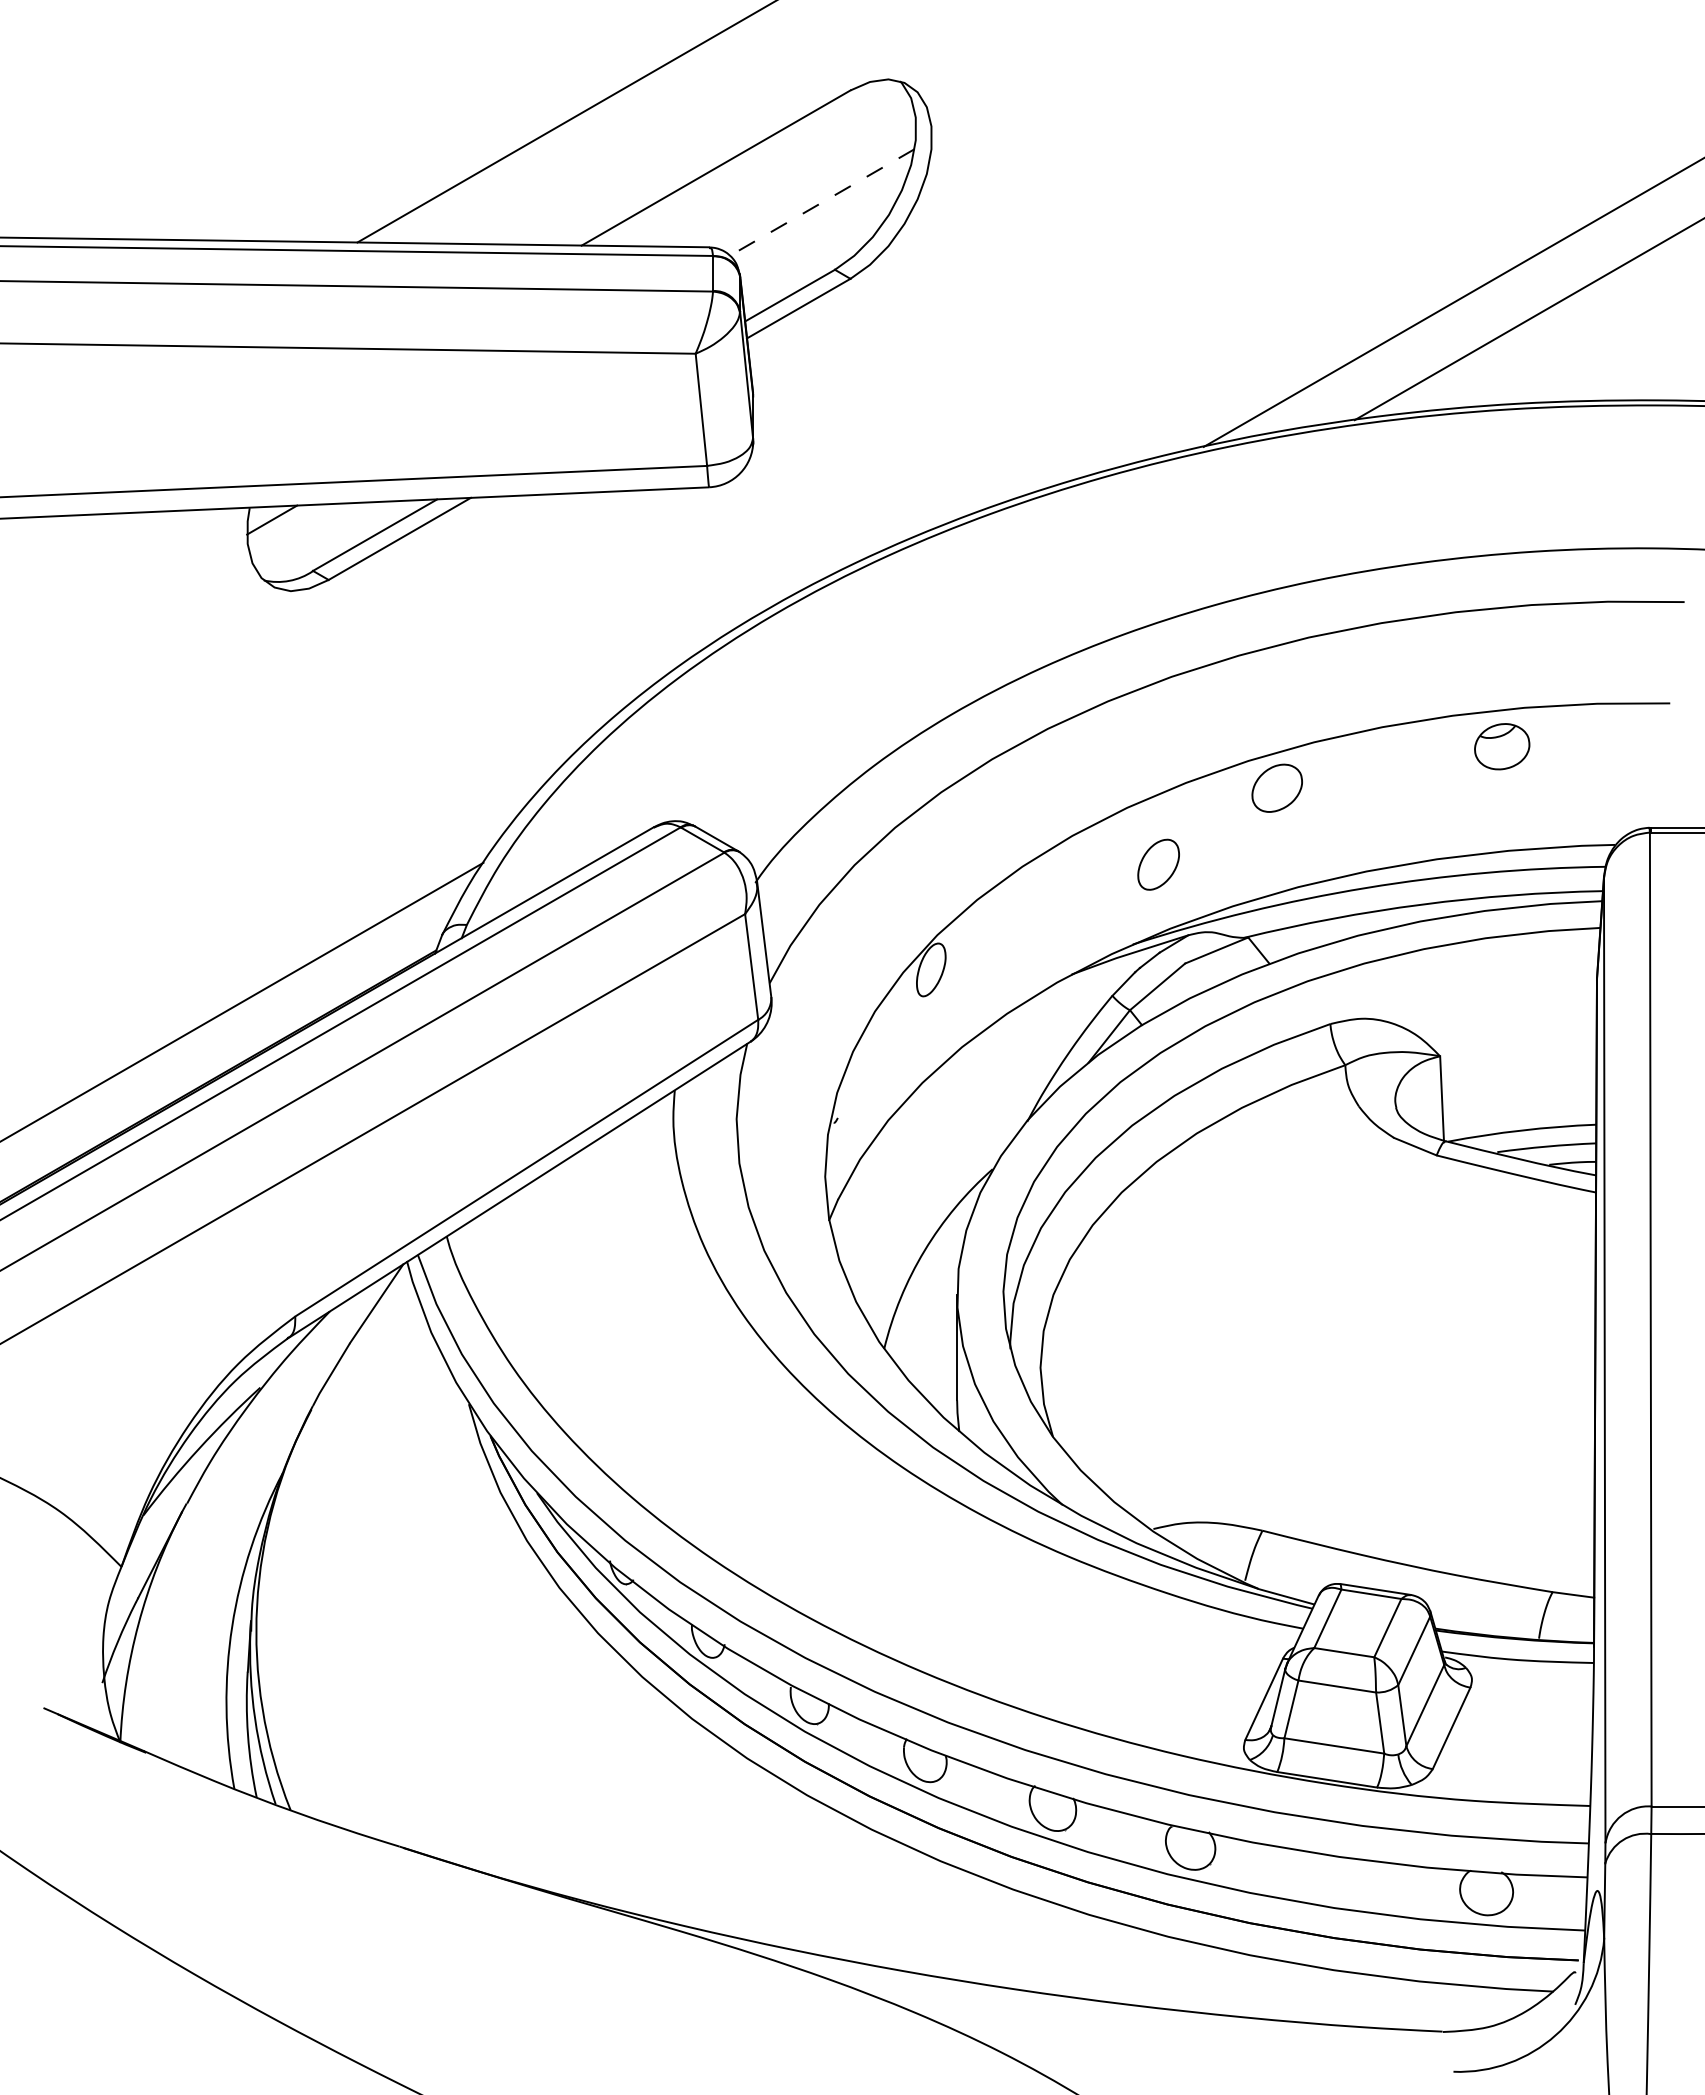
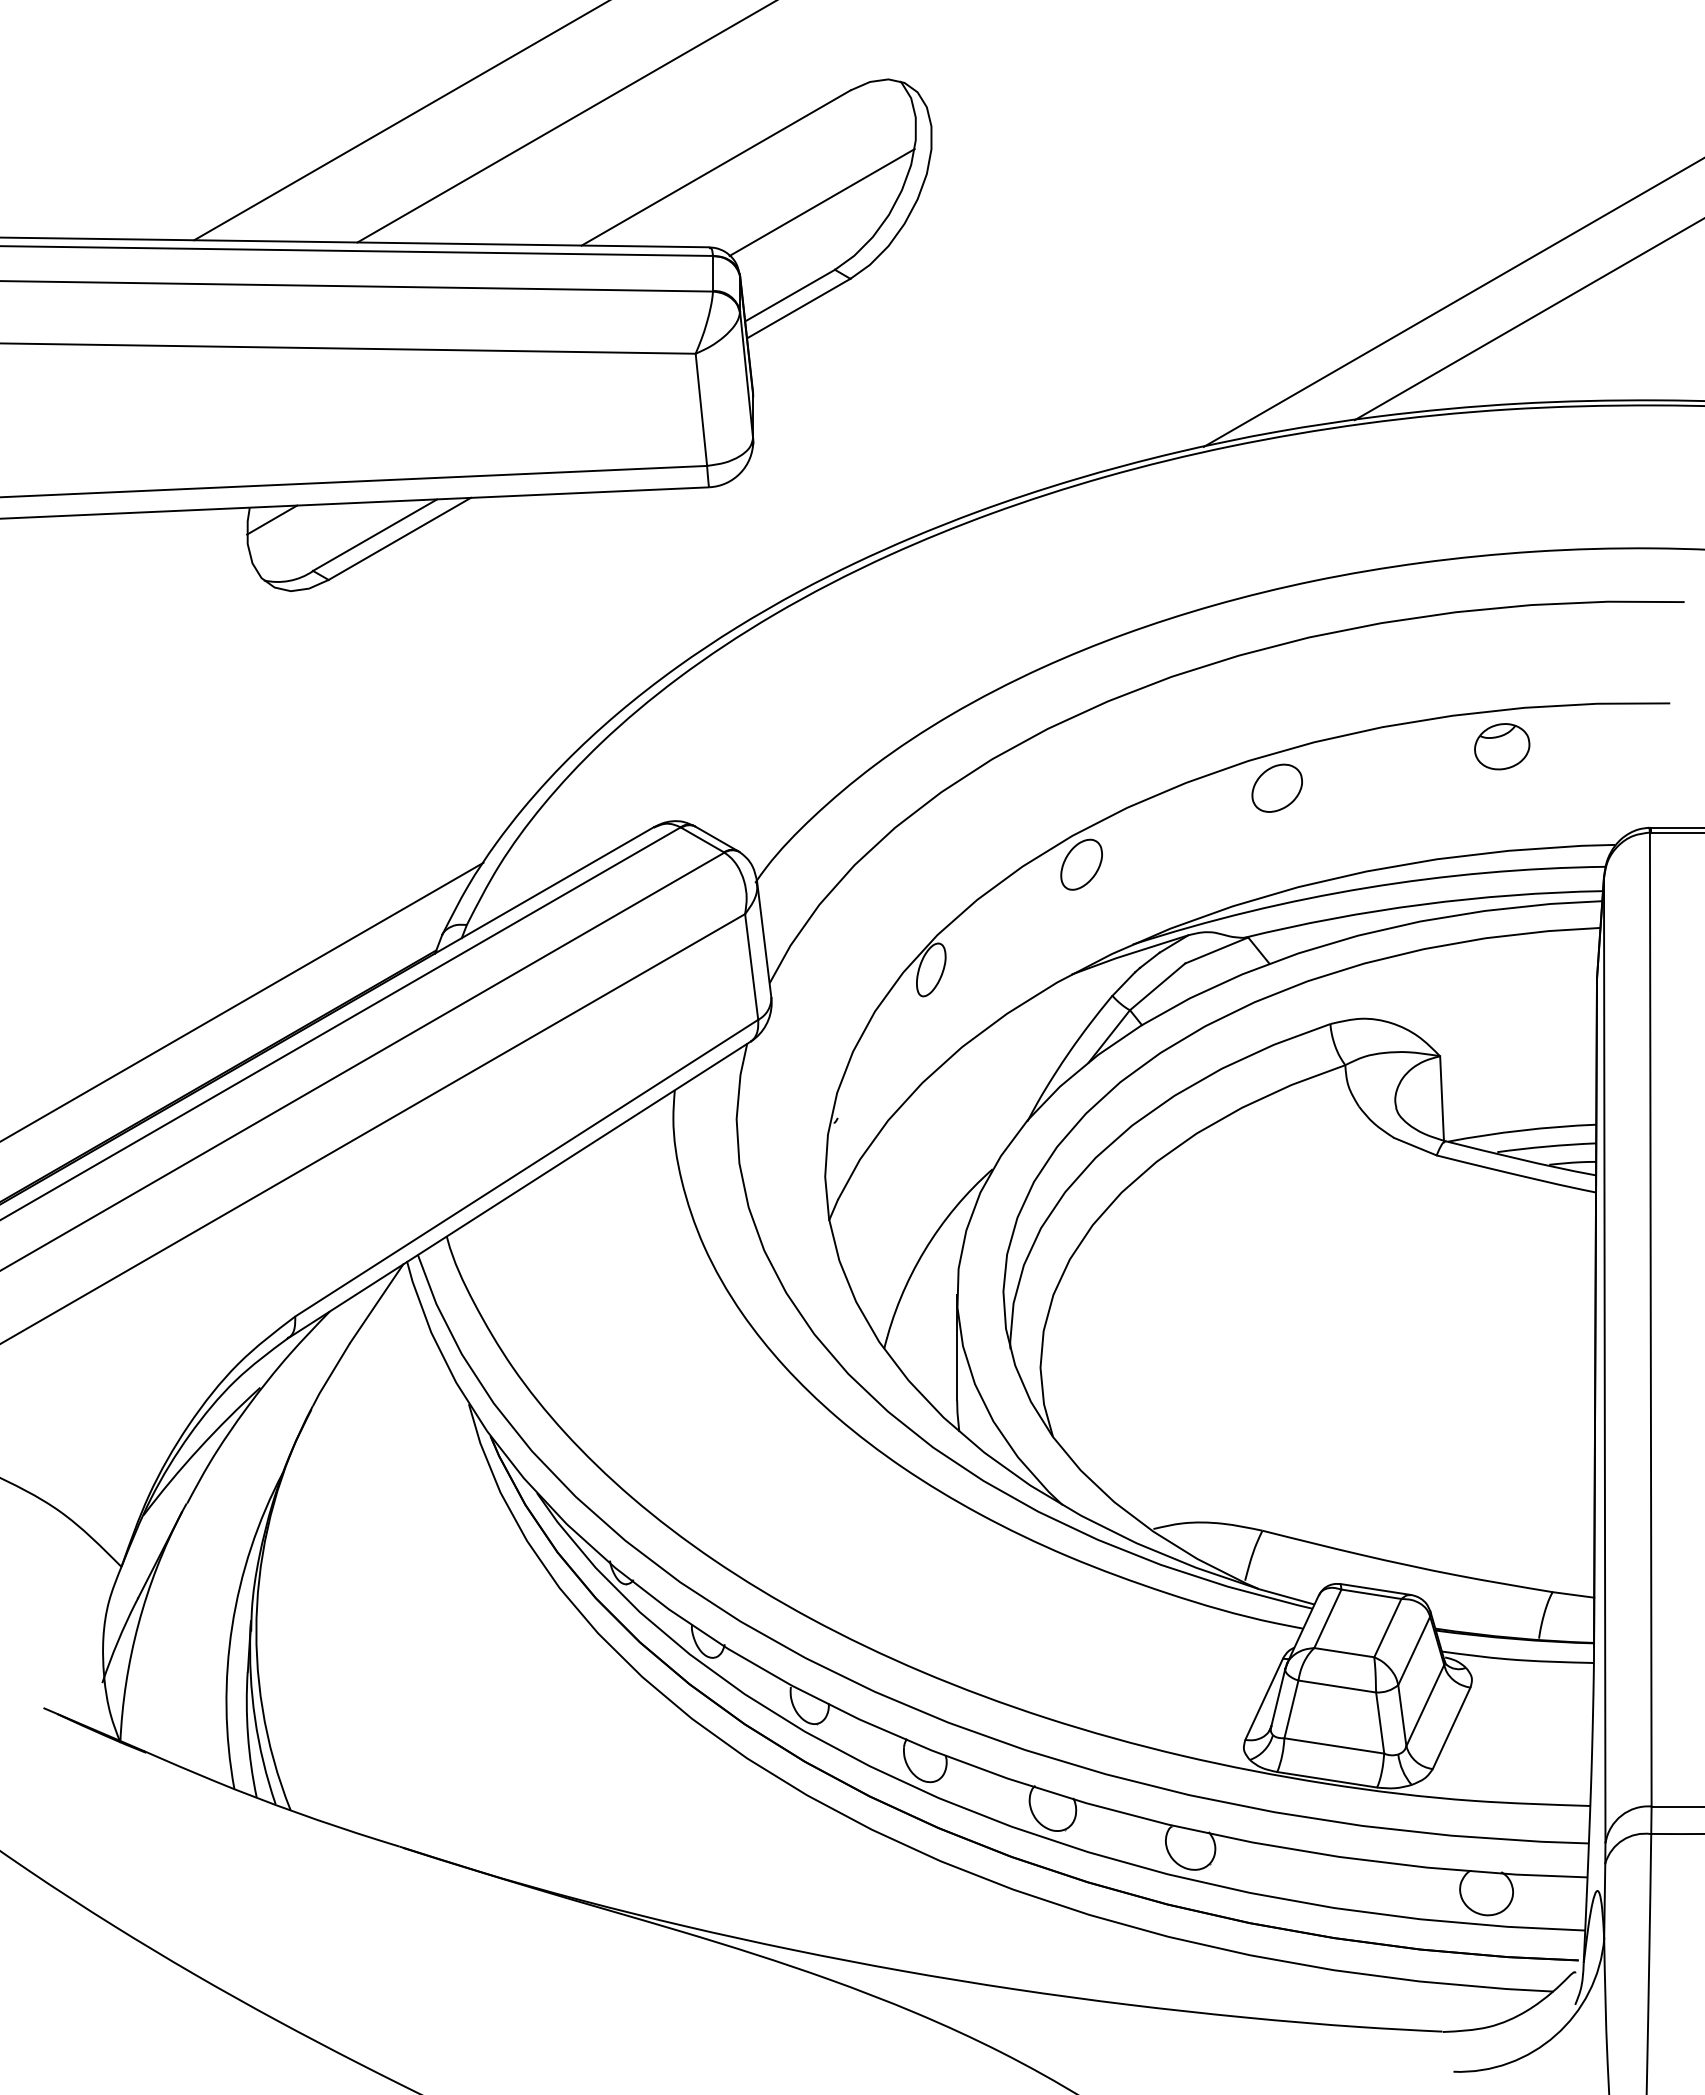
line at (400, 121): none -> present
line at (822, 202): dashed -> solid
part at (1158, 864) position: (1158, 864) -> (1081, 864)
